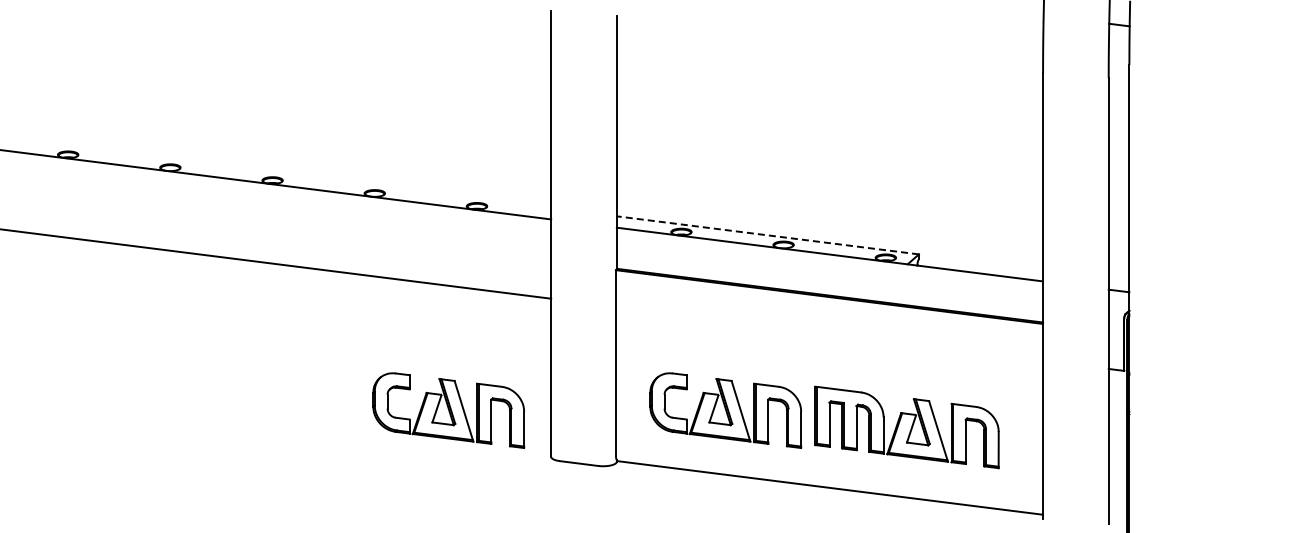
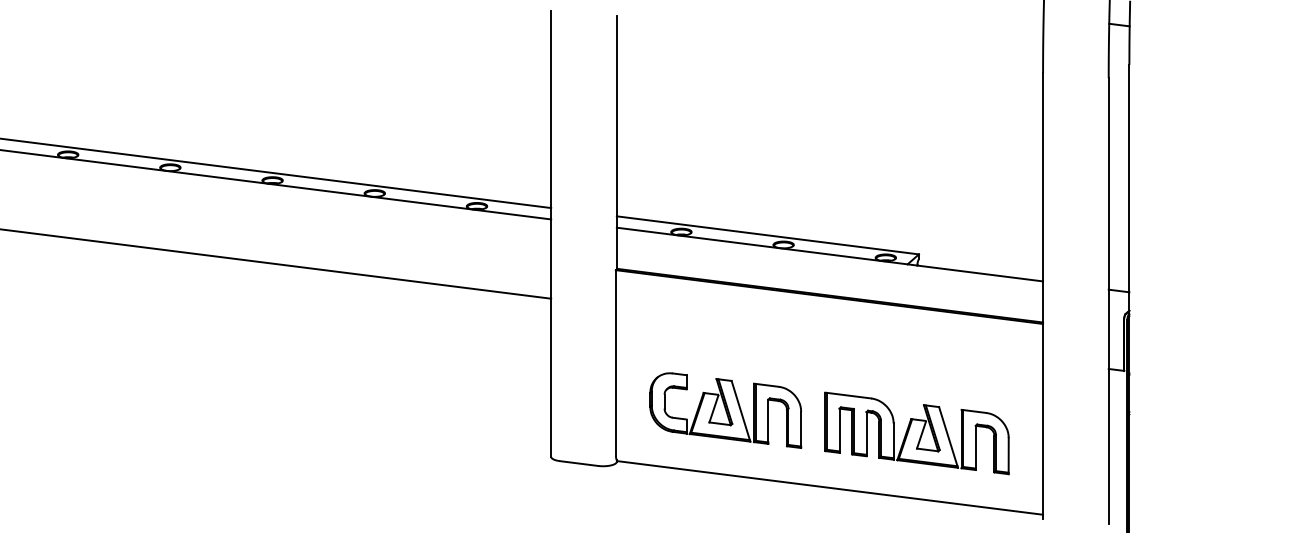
line at (276, 173): none -> present
line at (767, 235): dashed -> solid
part at (448, 410): present -> none
part at (906, 427) position: (906, 427) -> (916, 433)
